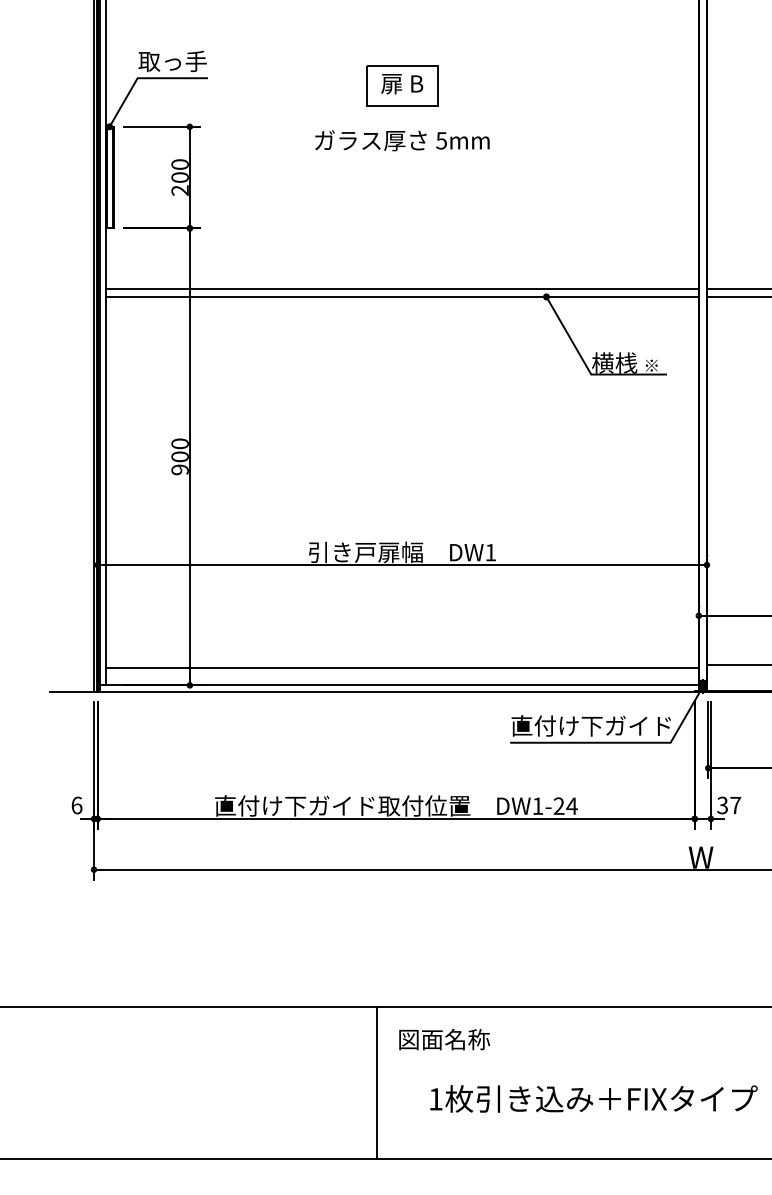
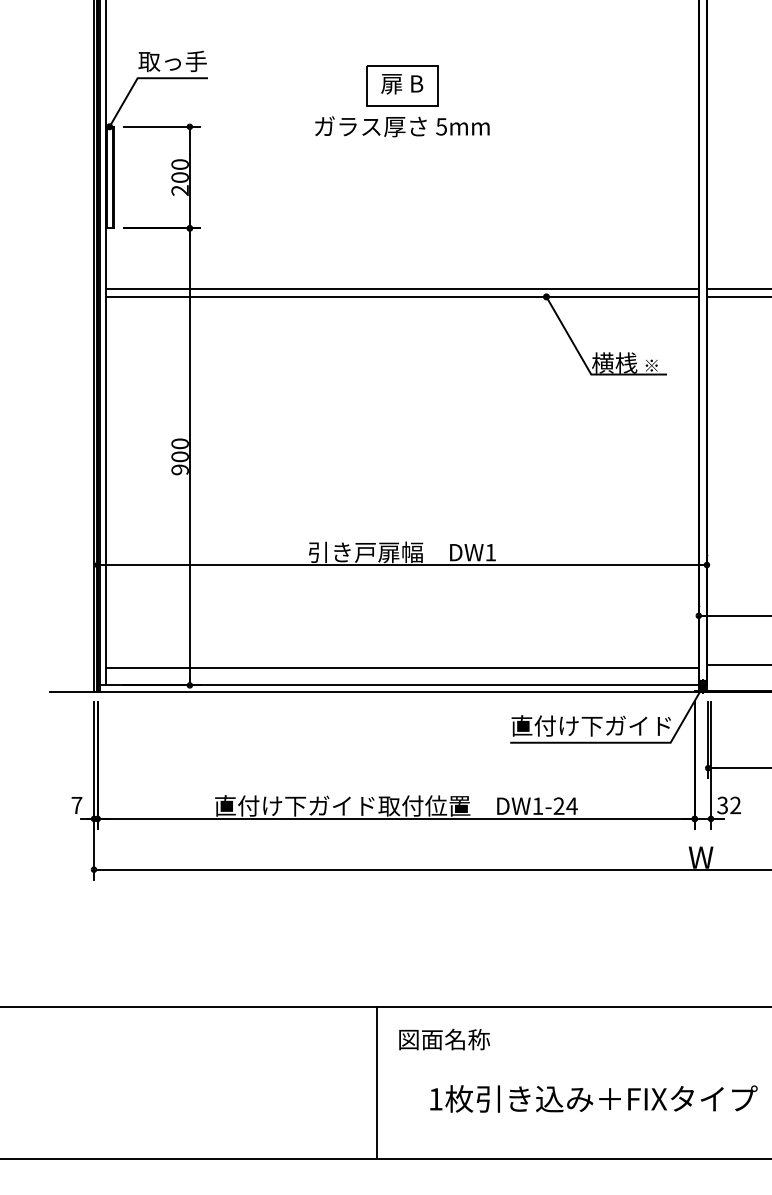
text at (402, 140) position: (402, 140) -> (402, 126)
text at (76, 805): 6 -> 7
text at (735, 805): 37 -> 32
